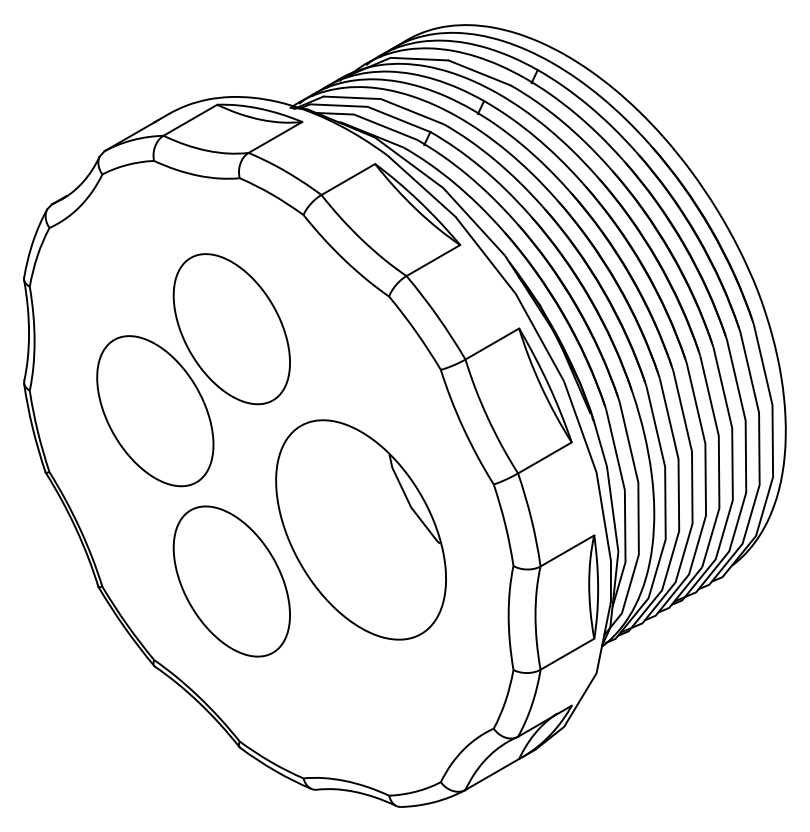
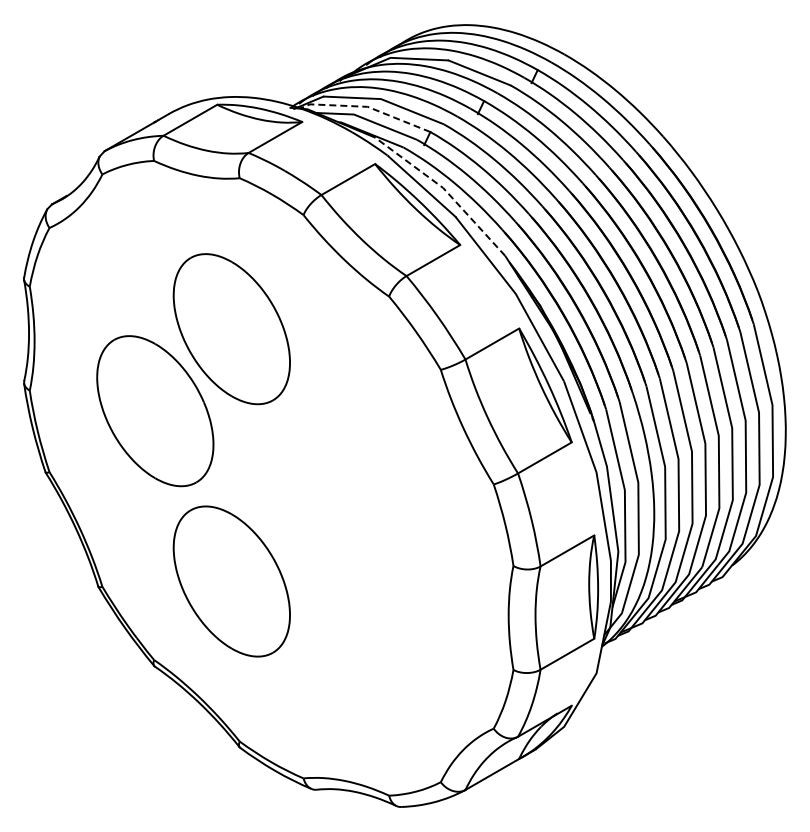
line at (366, 106): solid -> dashed
line at (445, 190): solid -> dashed
part at (360, 529): present -> none
